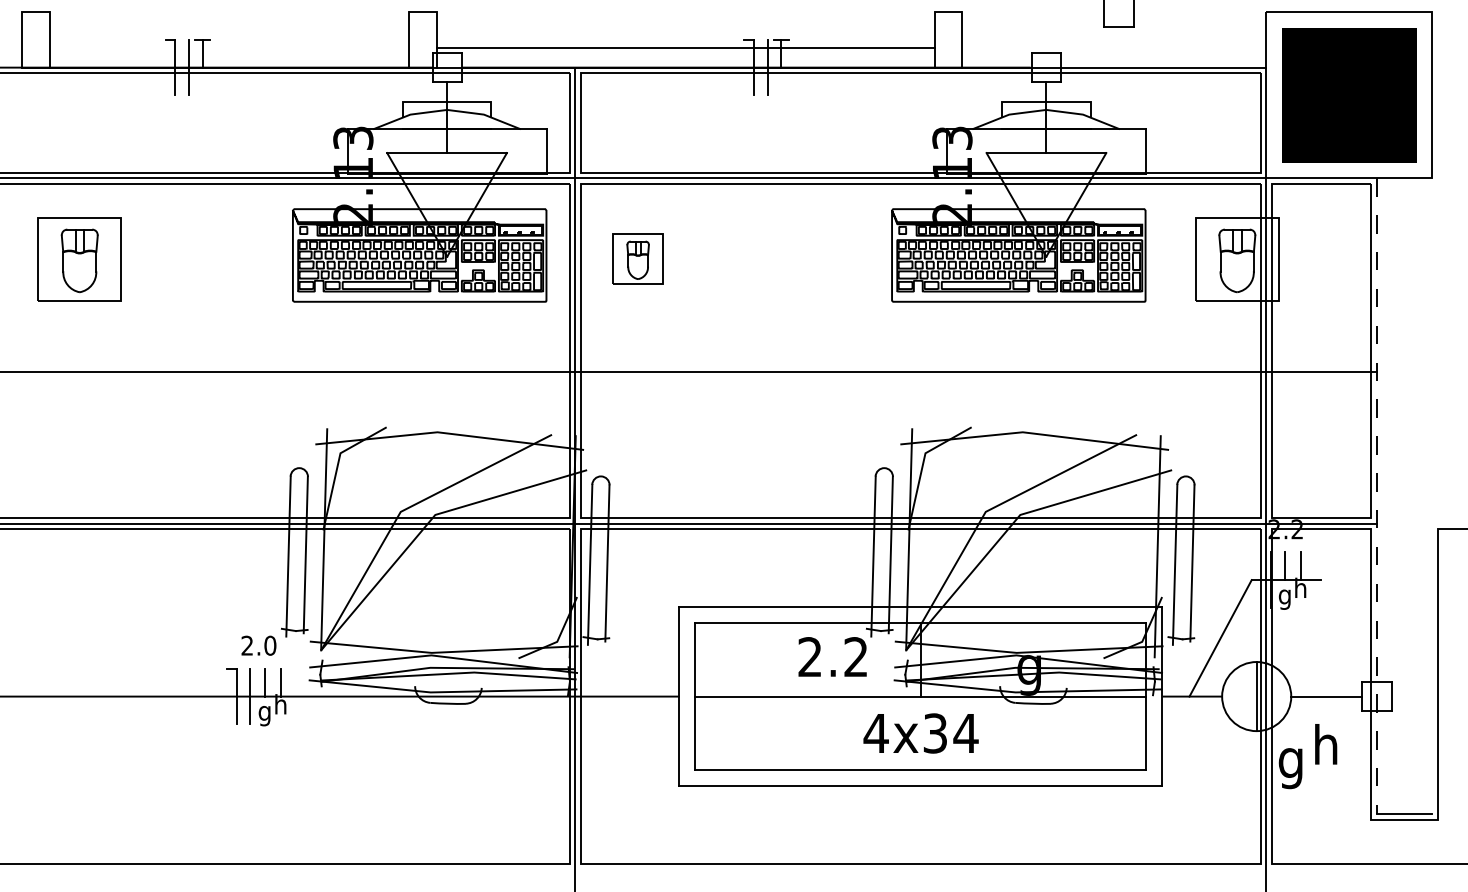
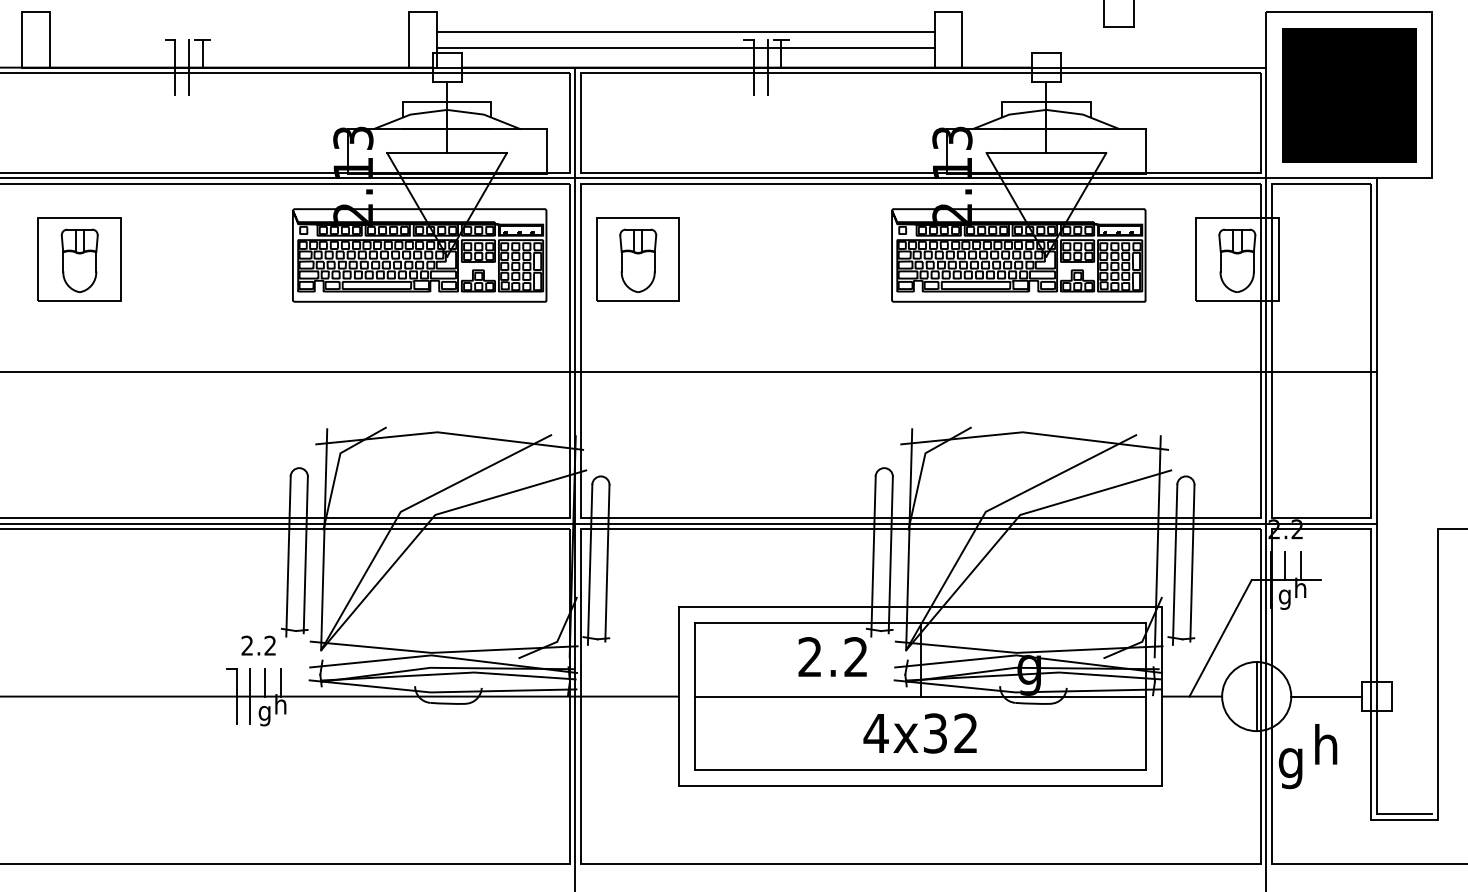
line at (685, 31): none -> present
part at (637, 258) size: 52x52 px -> 84x85 px
line at (1376, 496): dashed -> solid
text at (270, 645): 2.0 -> 2.2
text at (965, 732): 4x34 -> 4x32
